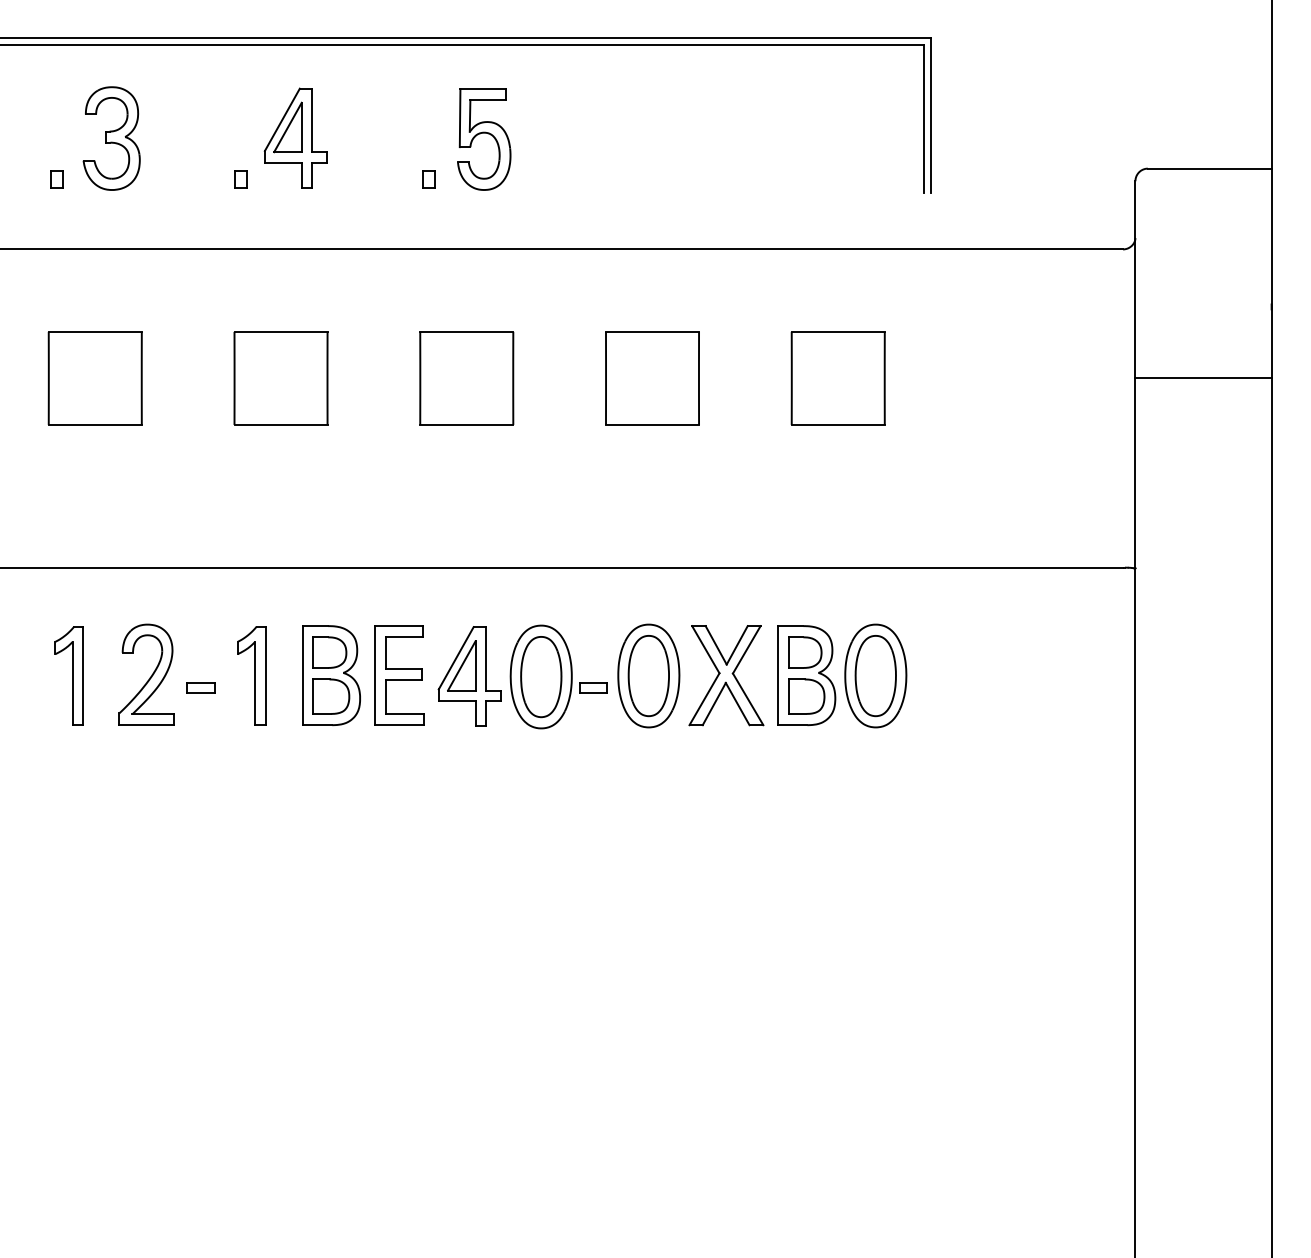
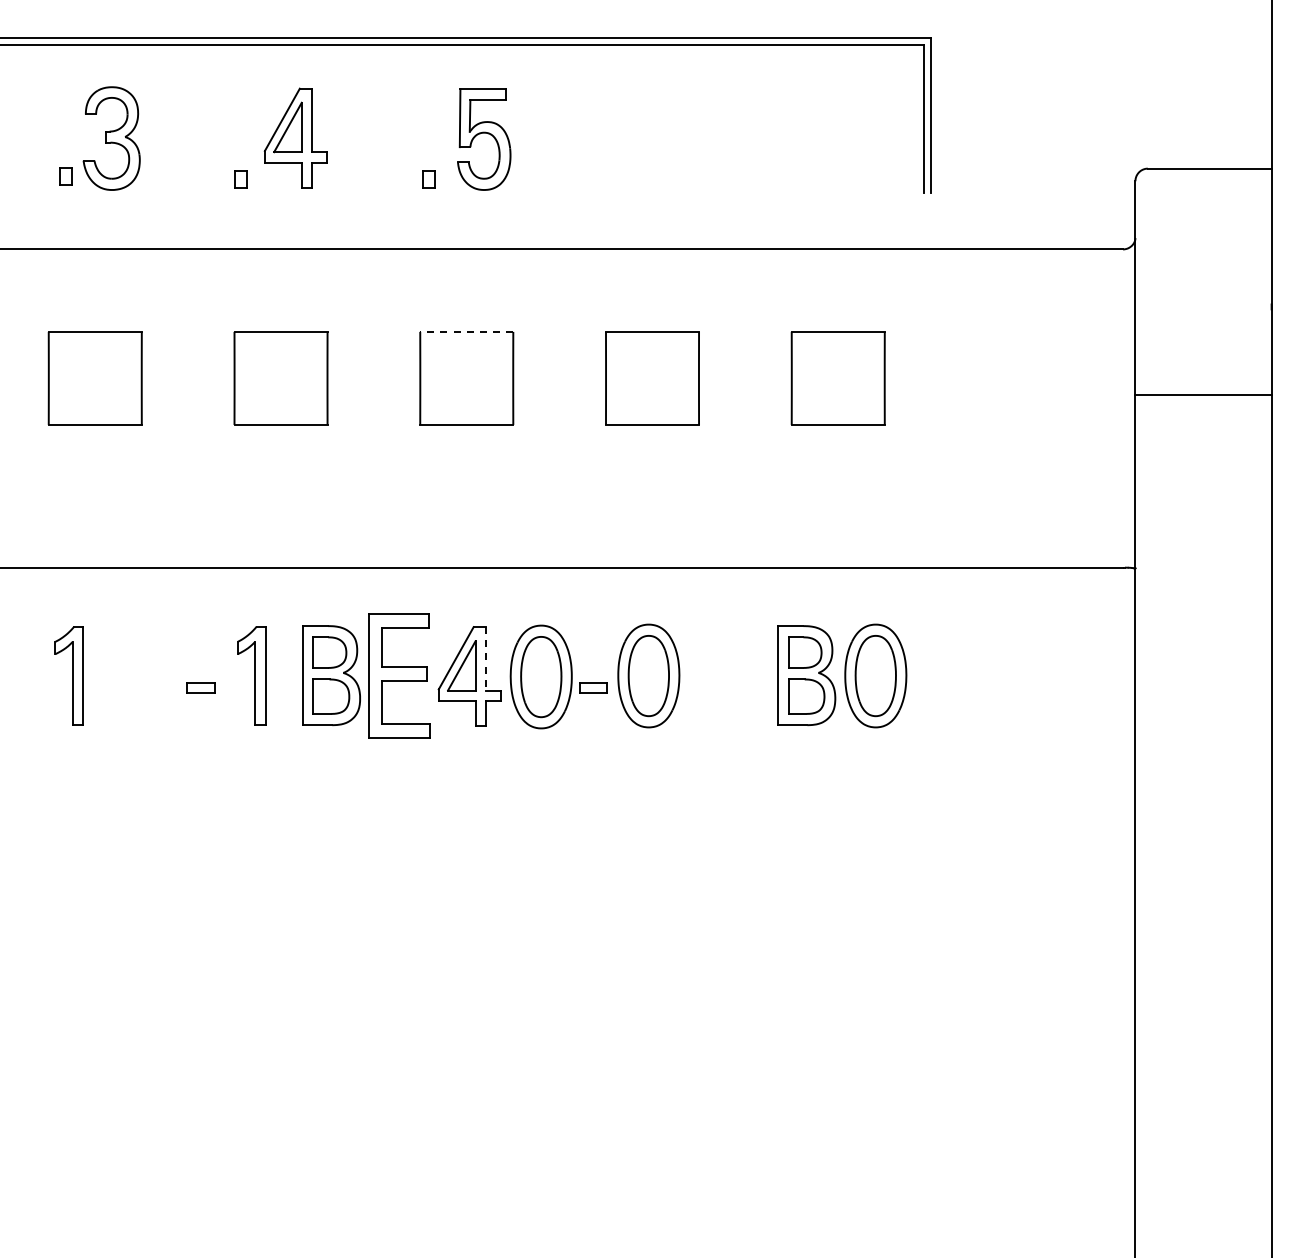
part at (56, 179) position: (56, 179) -> (65, 176)
line at (466, 331): solid -> dashed
line at (1203, 378) position: (1203, 378) -> (1203, 395)
line at (486, 658): solid -> dashed
part at (146, 674): present -> none
part at (399, 675) size: 51x101 px -> 63x126 px
part at (726, 675): present -> none
